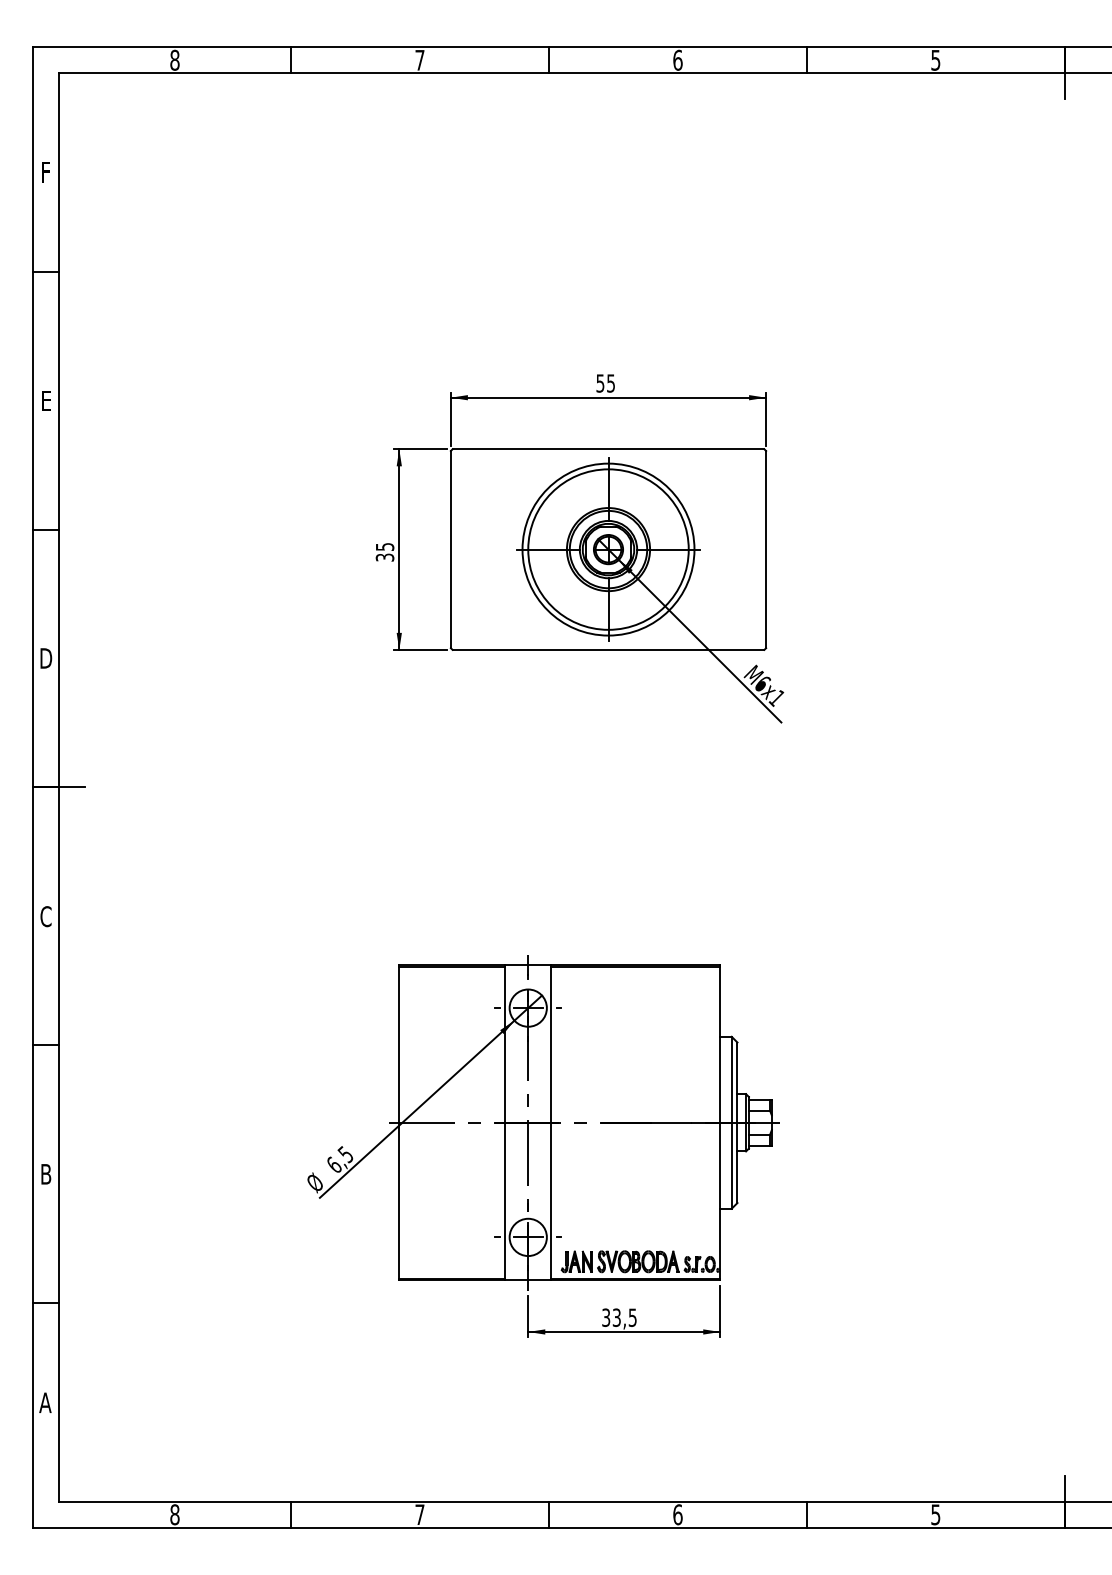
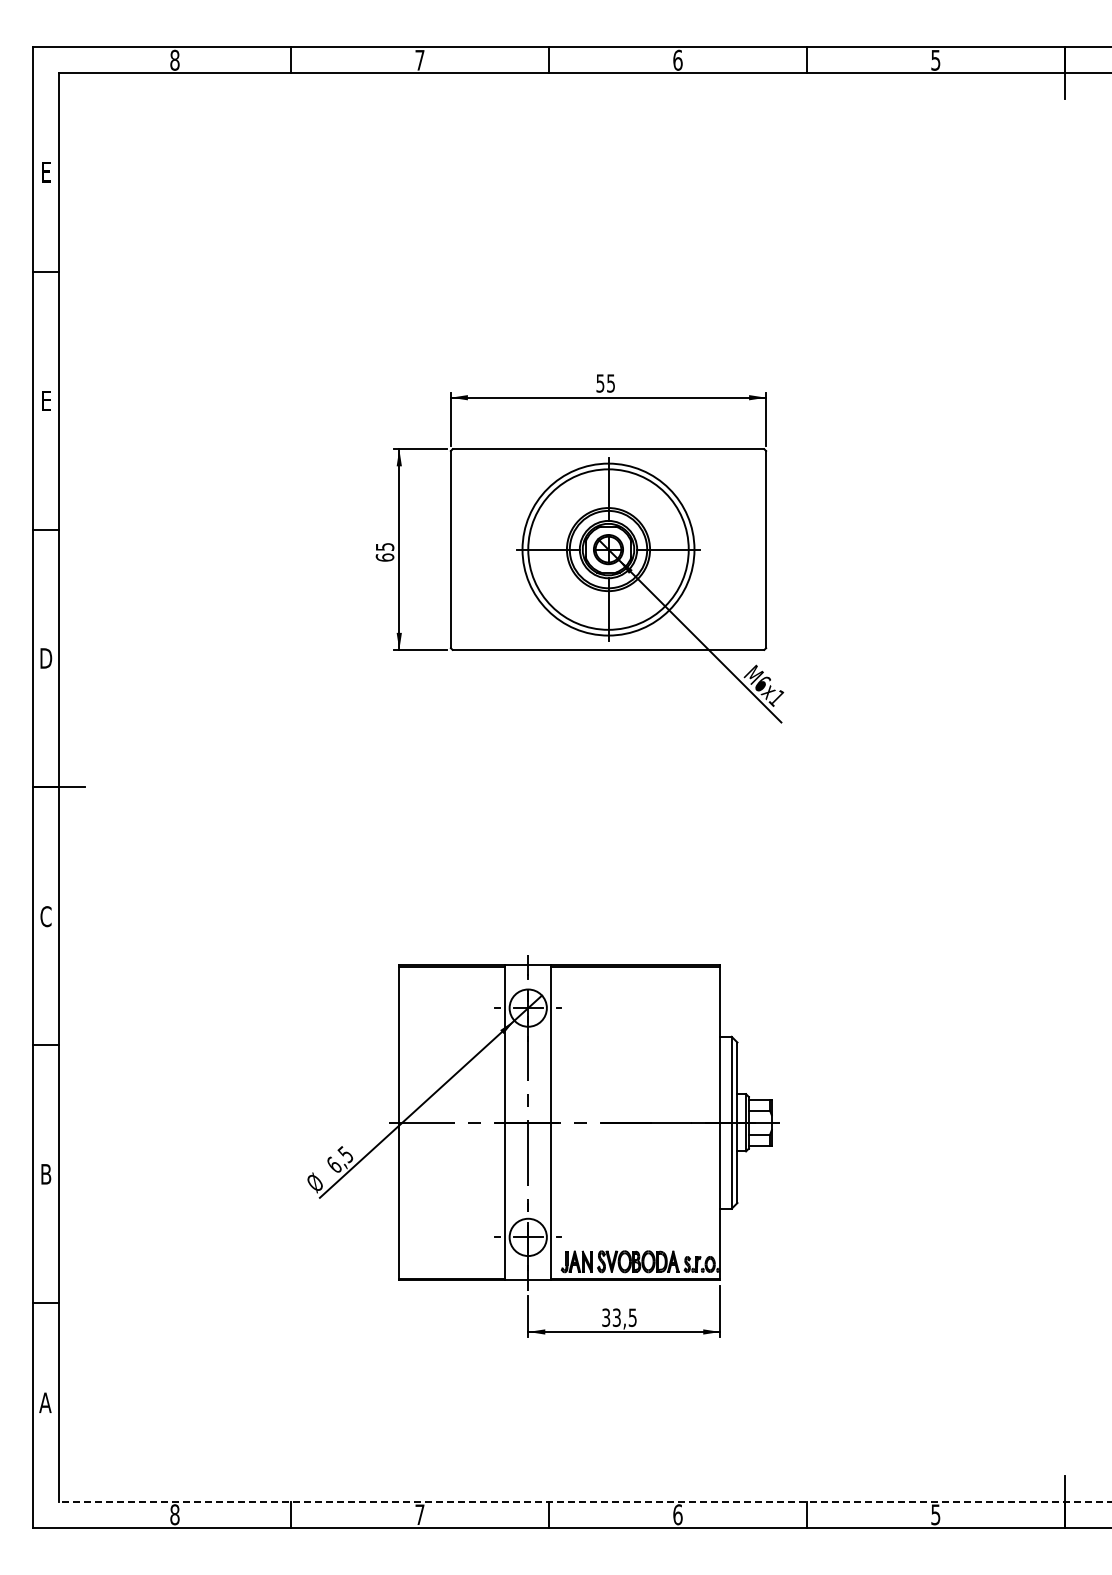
text at (47, 172): F -> E
text at (384, 557): 35 -> 65
line at (585, 1501): solid -> dashed
